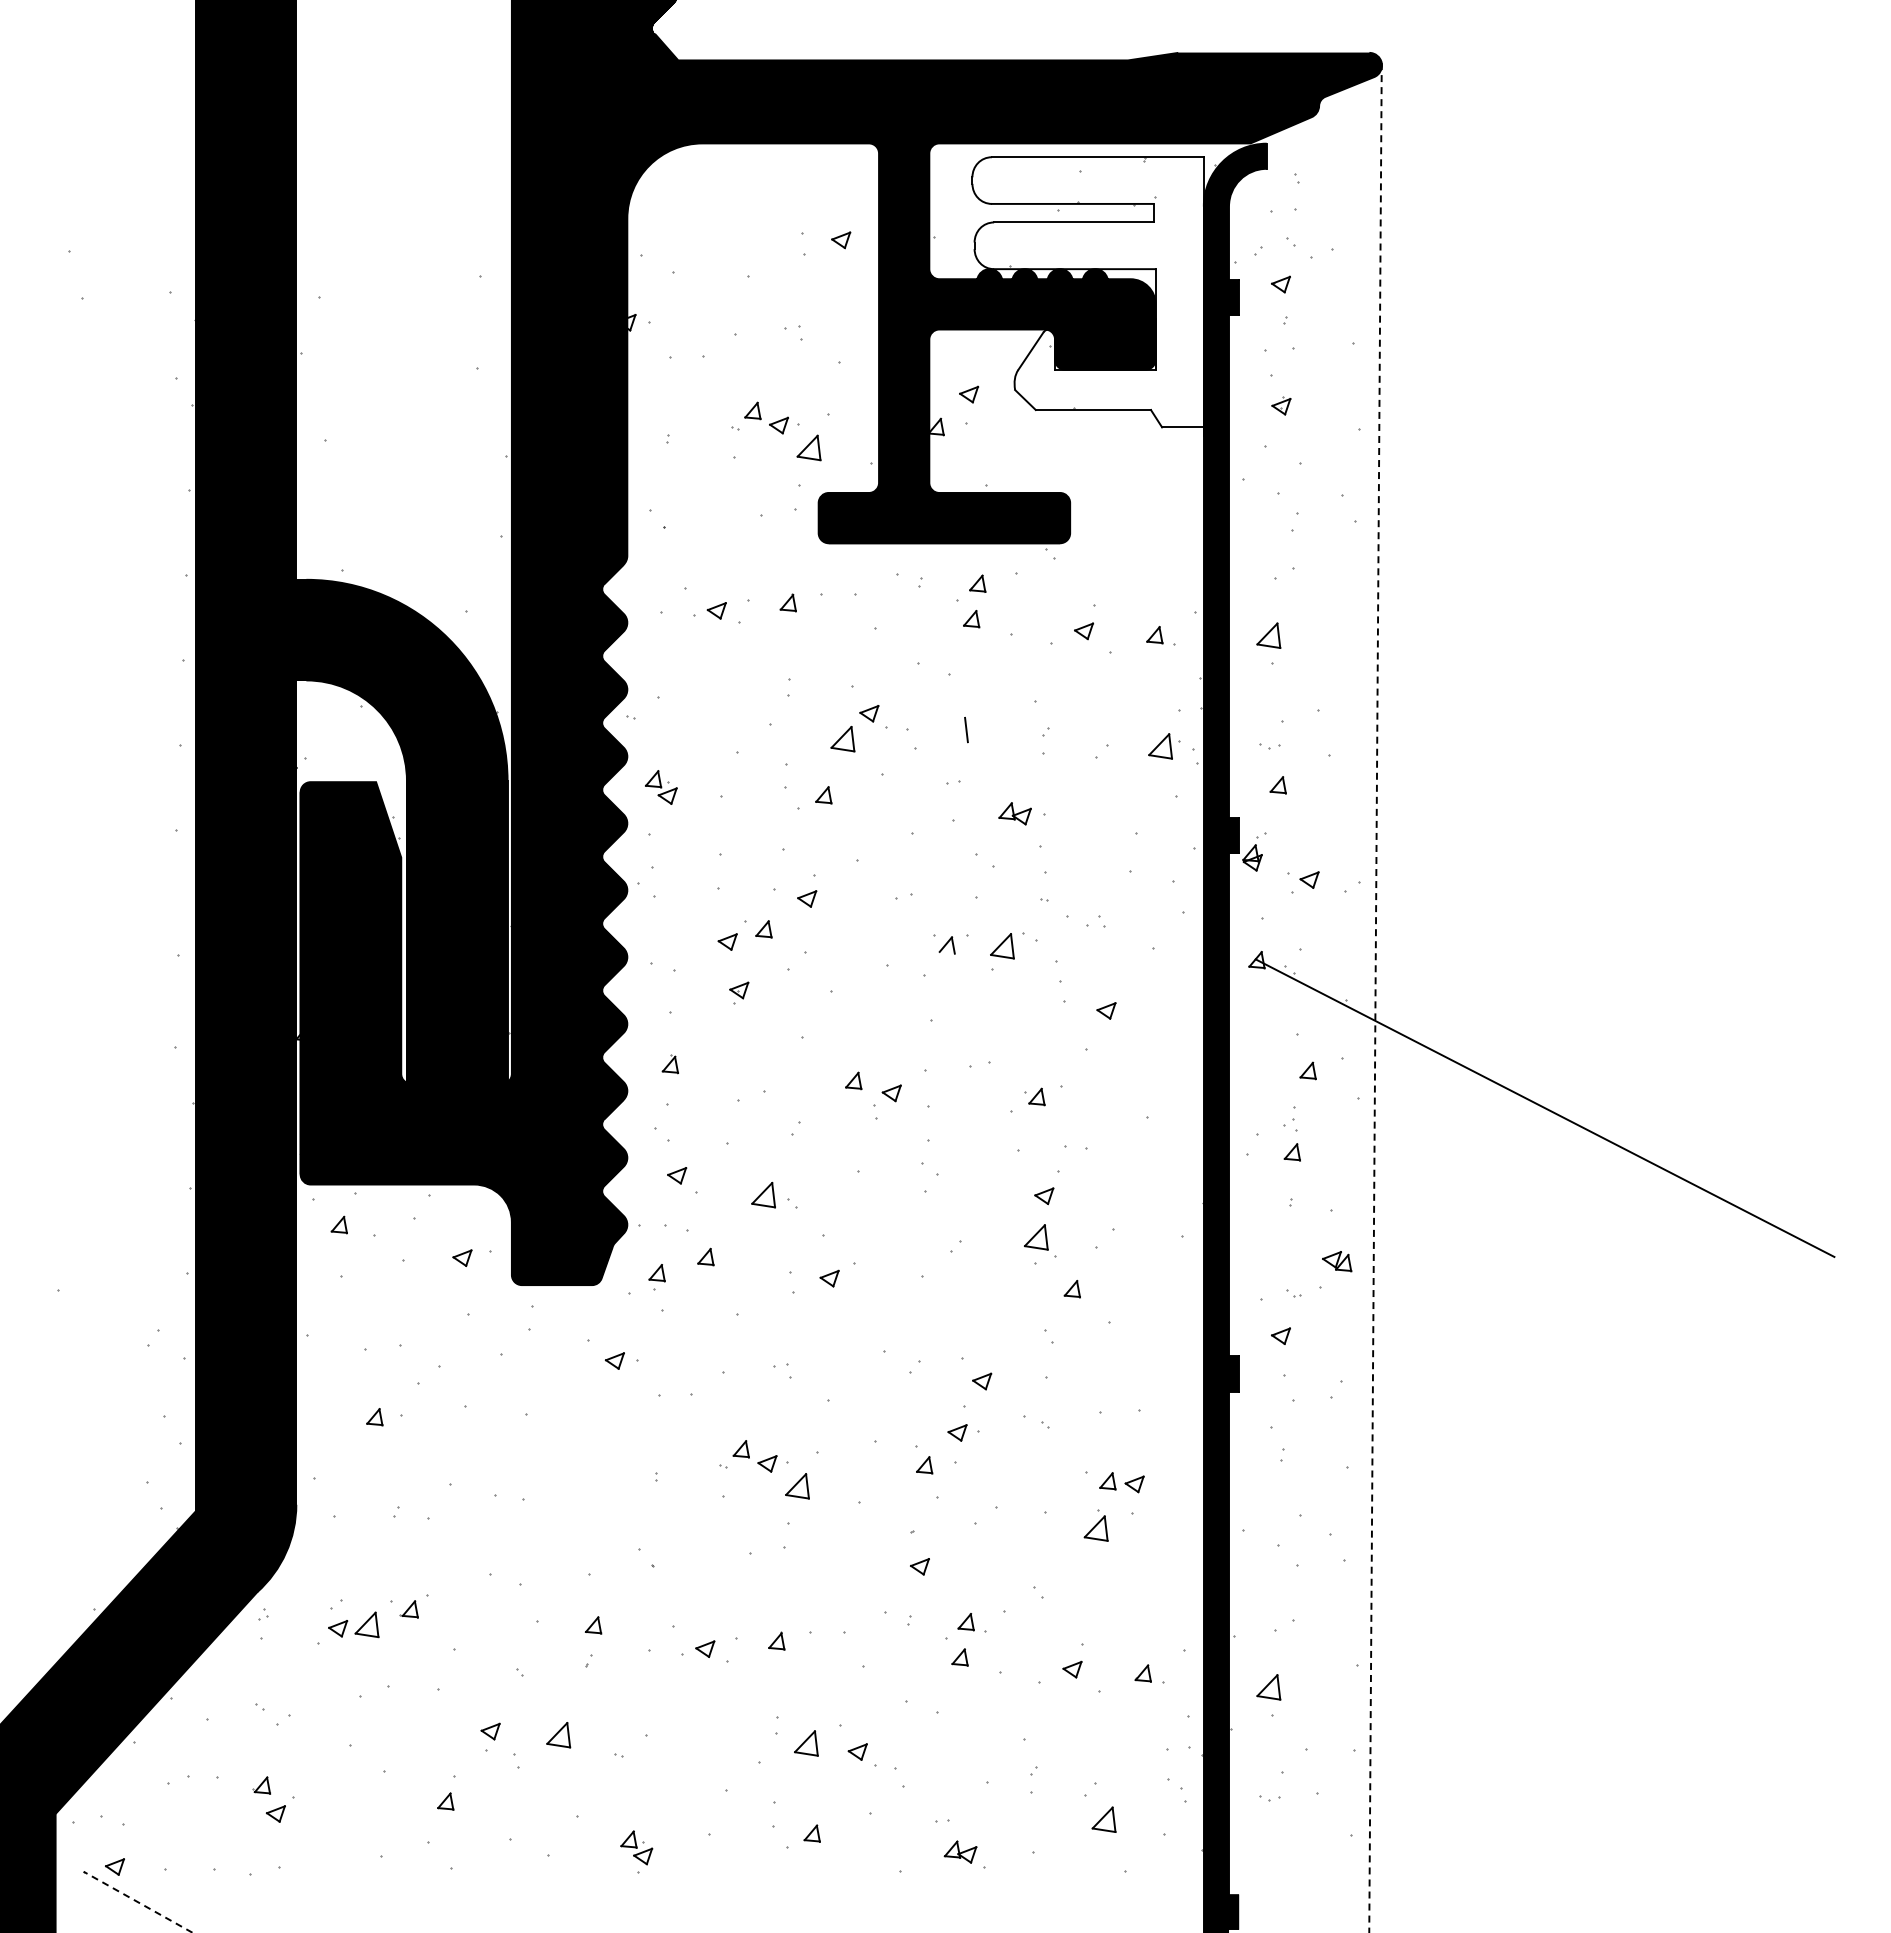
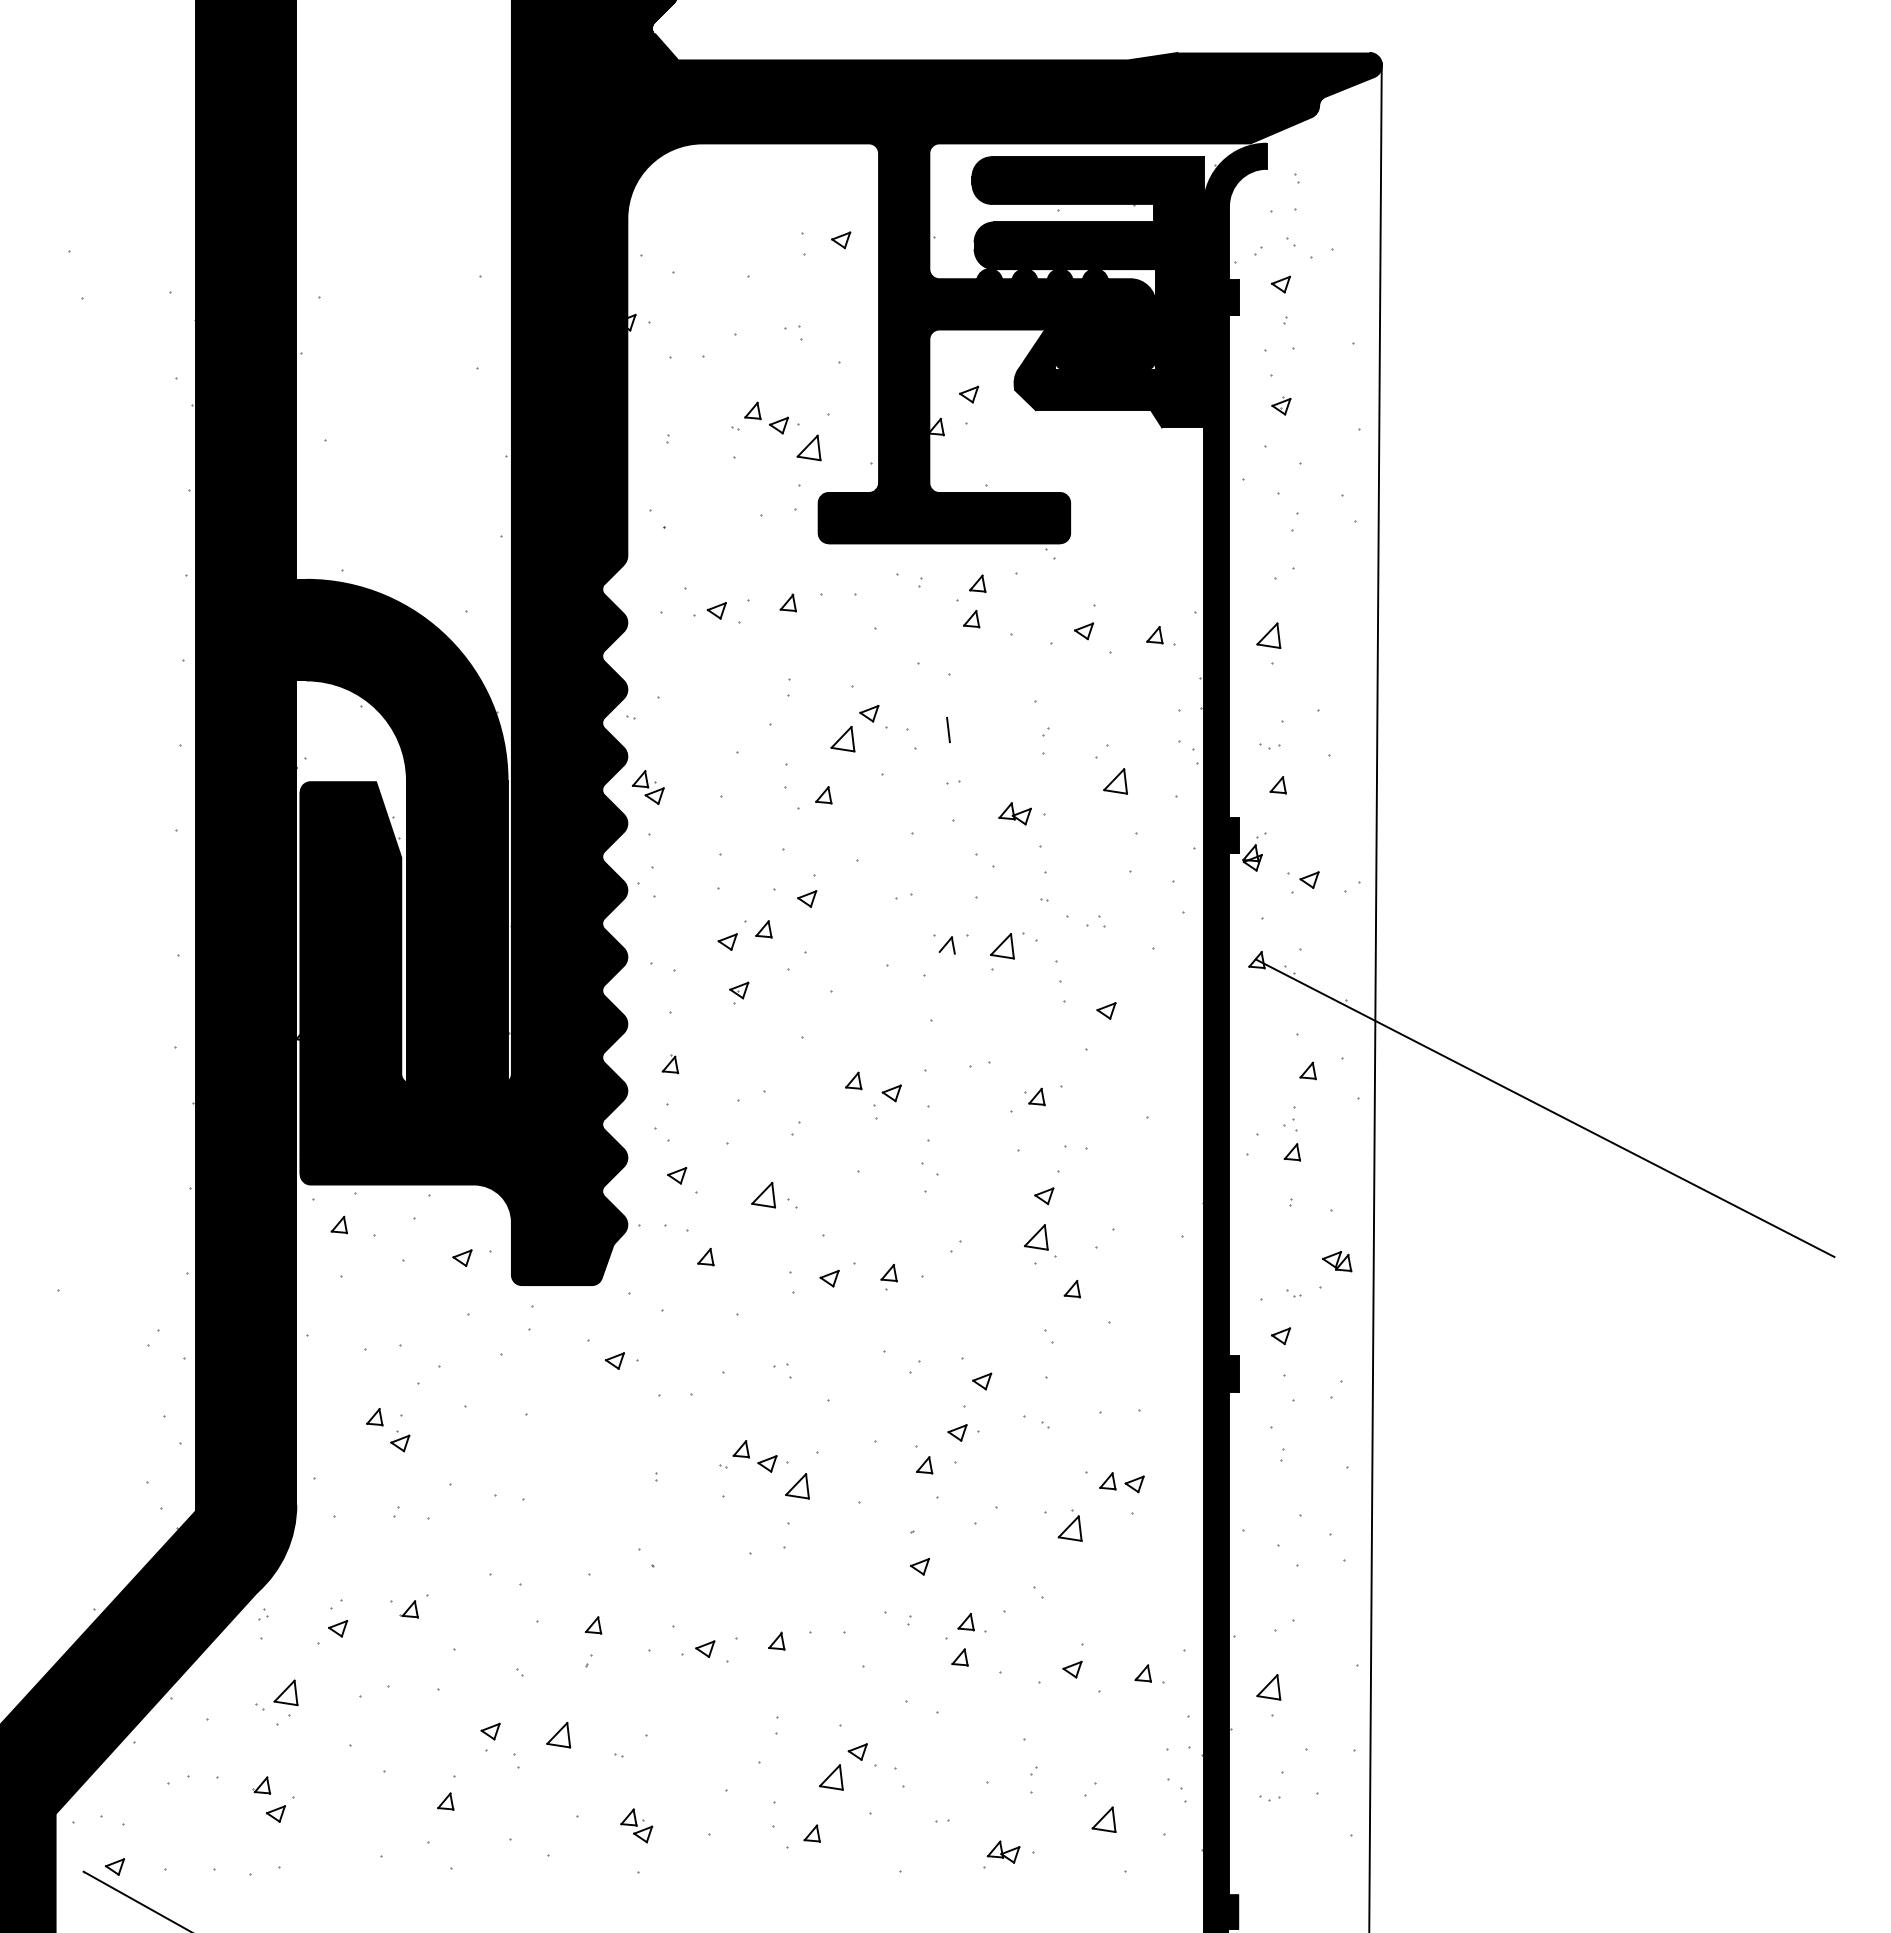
fill at (1087, 292): none -> present
line at (966, 730) position: (966, 730) -> (948, 730)
part at (1160, 746) position: (1160, 746) -> (1115, 781)
part at (661, 787) position: (661, 787) -> (648, 787)
line at (1375, 997): dashed -> solid
part at (656, 1277) position: (656, 1277) -> (888, 1277)
part at (400, 1441): none -> present
part at (1095, 1525) position: (1095, 1525) -> (1069, 1525)
part at (366, 1624) position: (366, 1624) -> (285, 1692)
part at (806, 1743) position: (806, 1743) -> (831, 1777)
part at (636, 1847) position: (636, 1847) -> (636, 1825)
part at (960, 1851) position: (960, 1851) -> (1003, 1851)
line at (137, 1902): dashed -> solid
